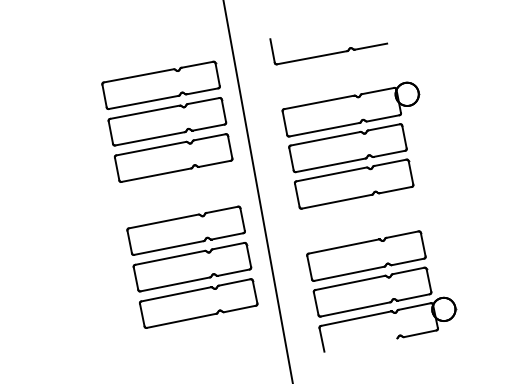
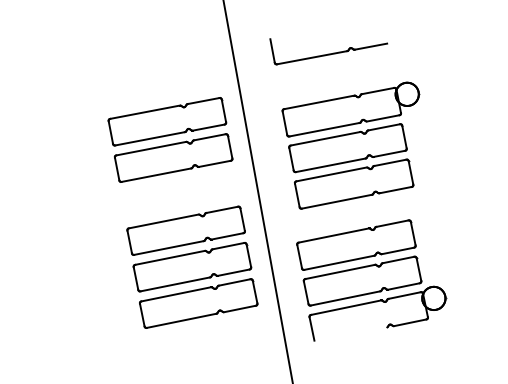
part at (160, 84): present -> none
part at (381, 291) position: (381, 291) -> (371, 280)
